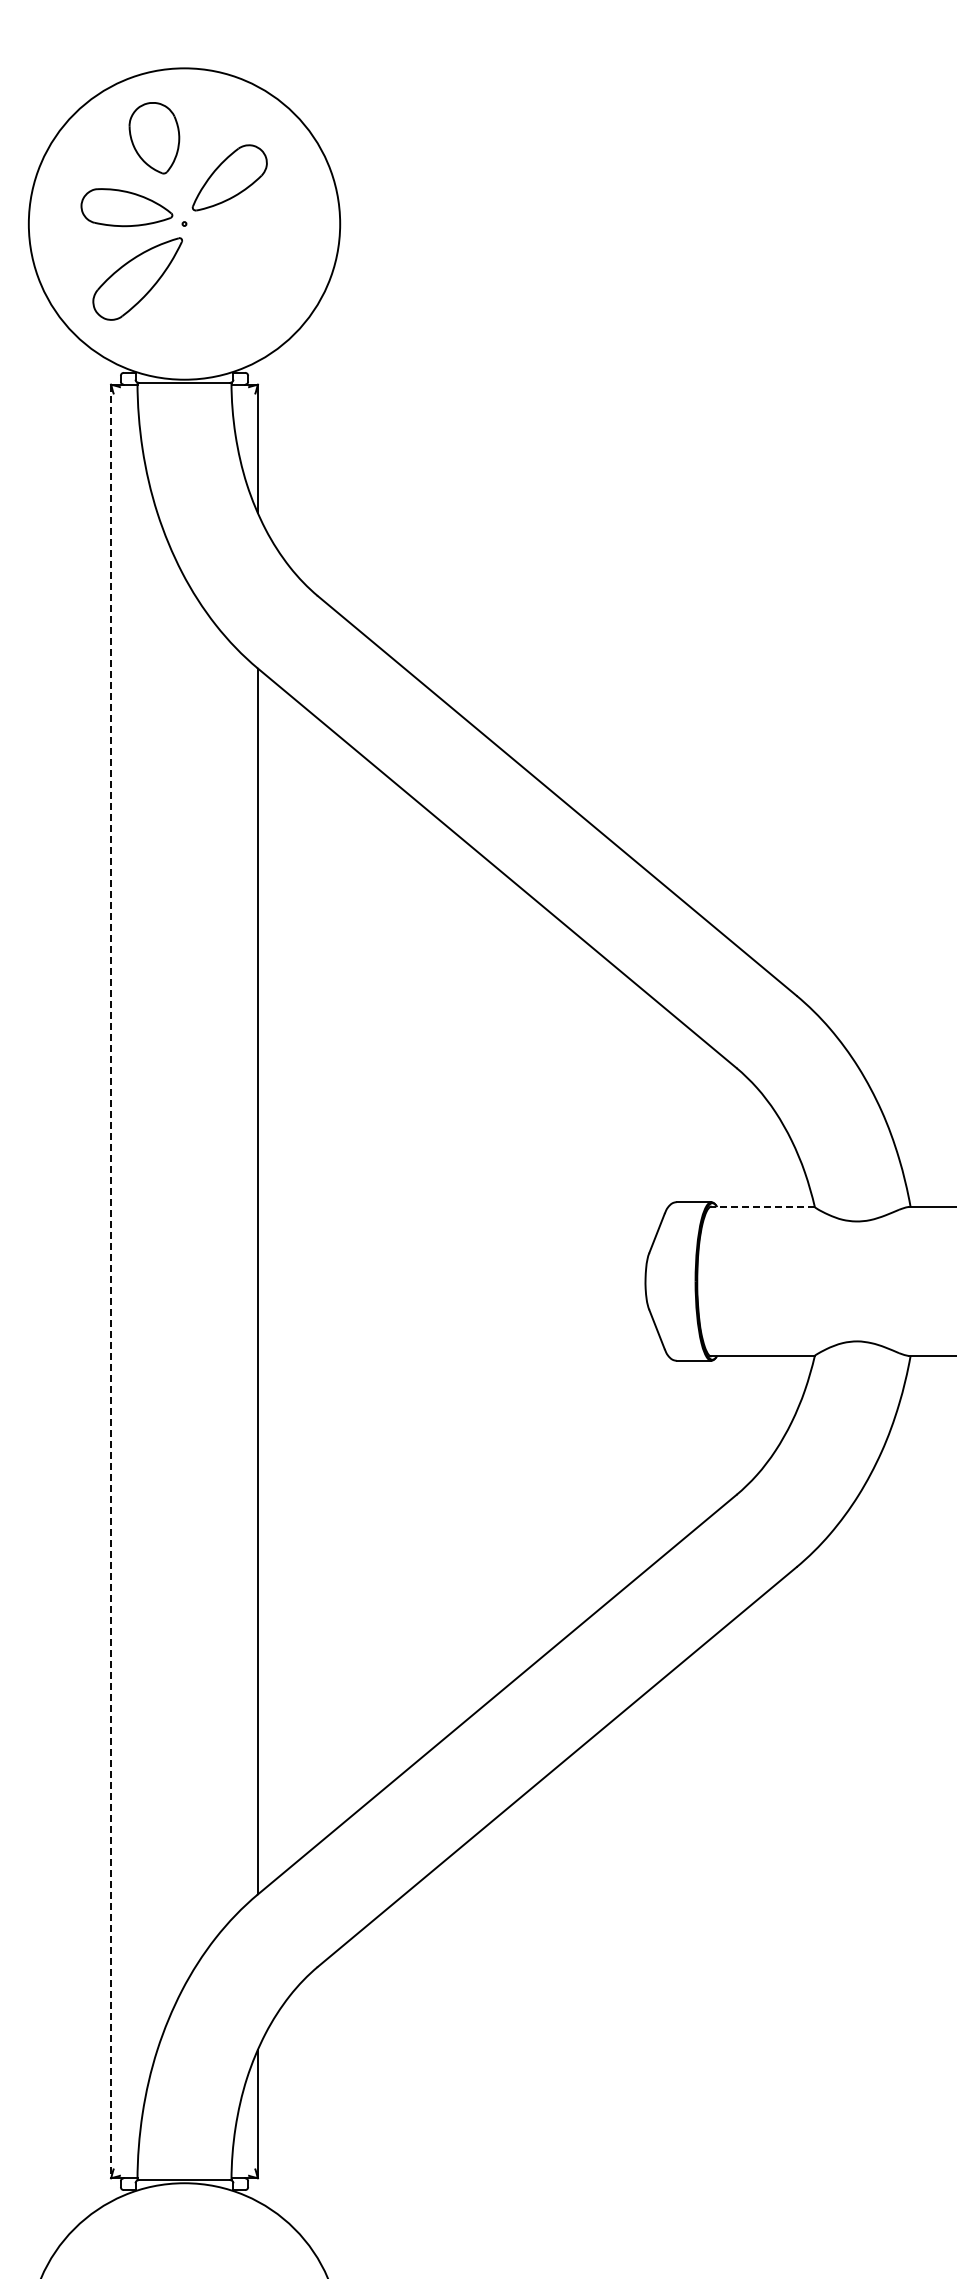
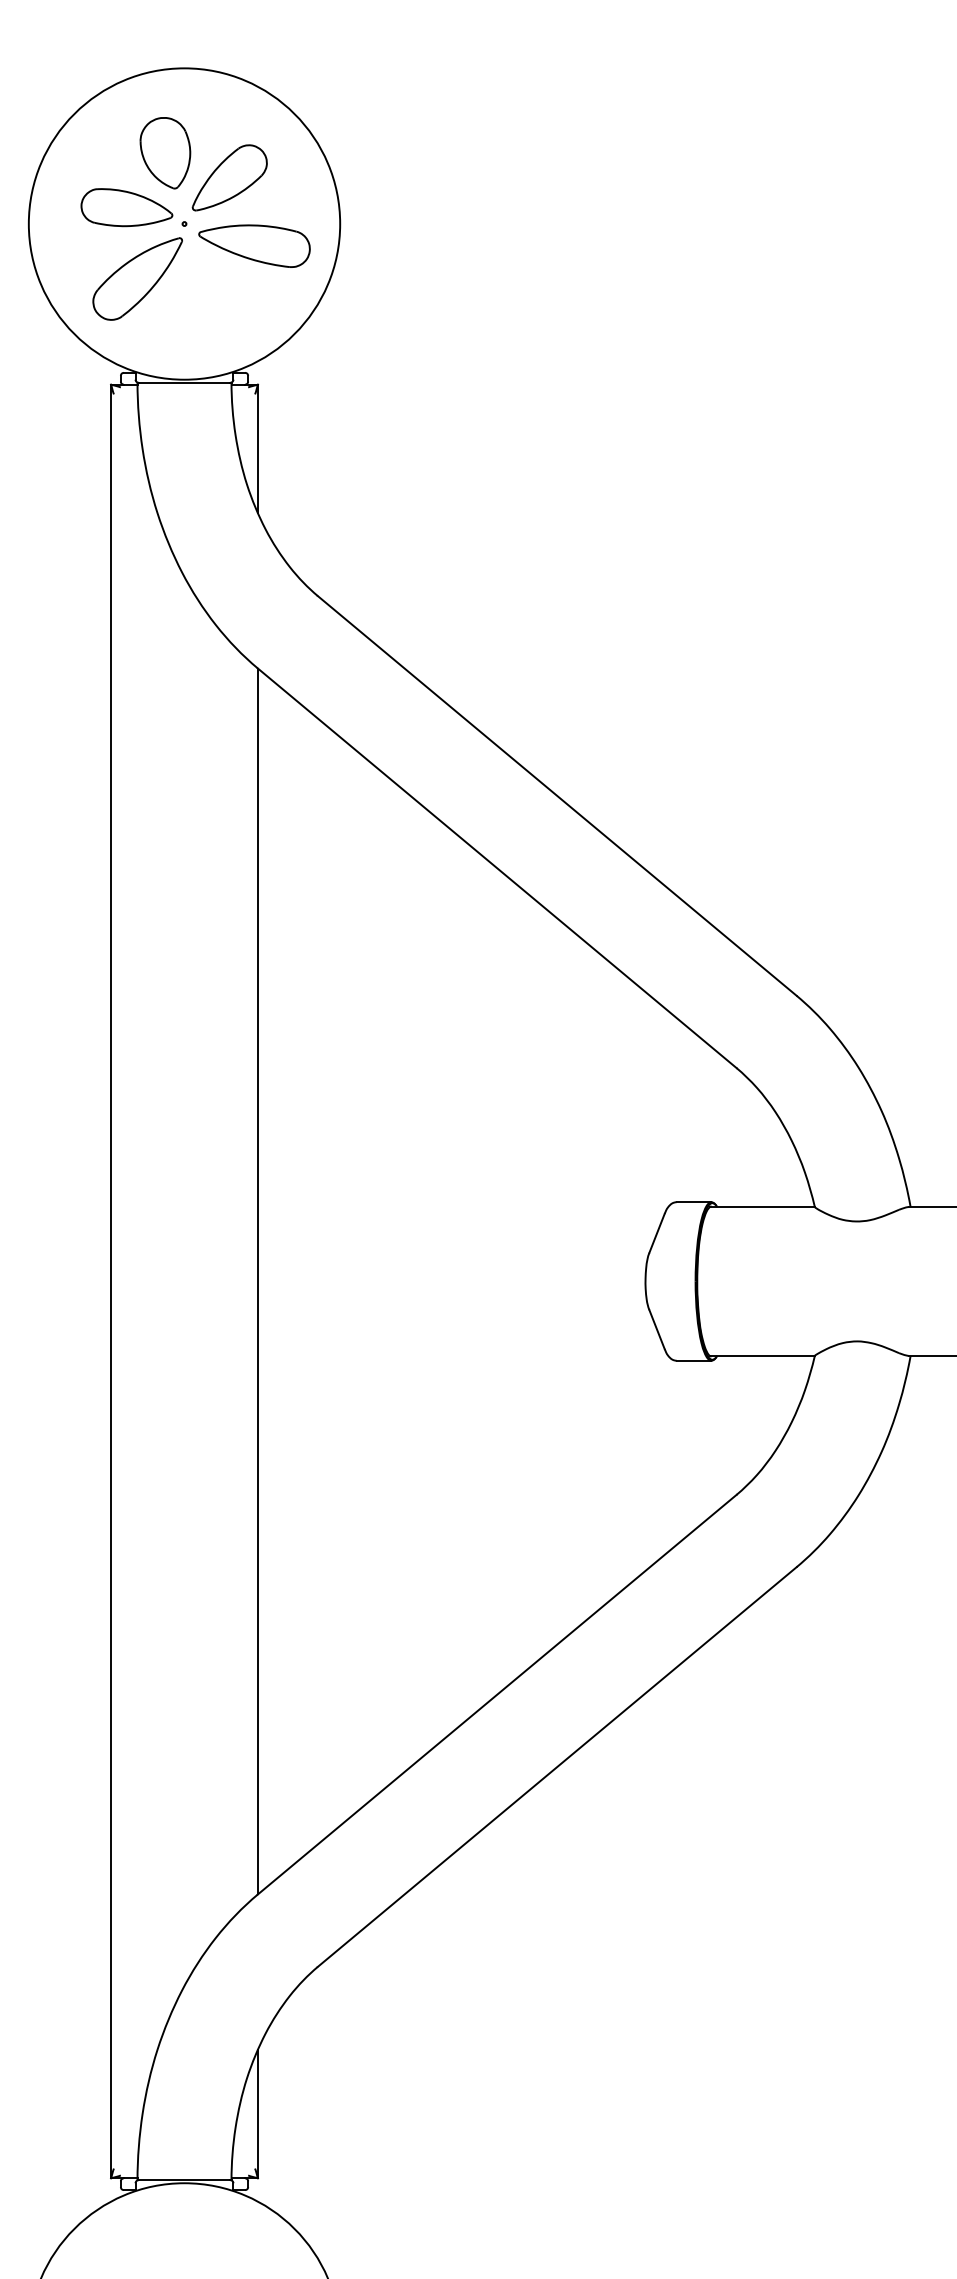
part at (154, 138) position: (154, 138) -> (165, 153)
part at (254, 245): none -> present
line at (761, 1207): dashed -> solid
line at (111, 1281): dashed -> solid
